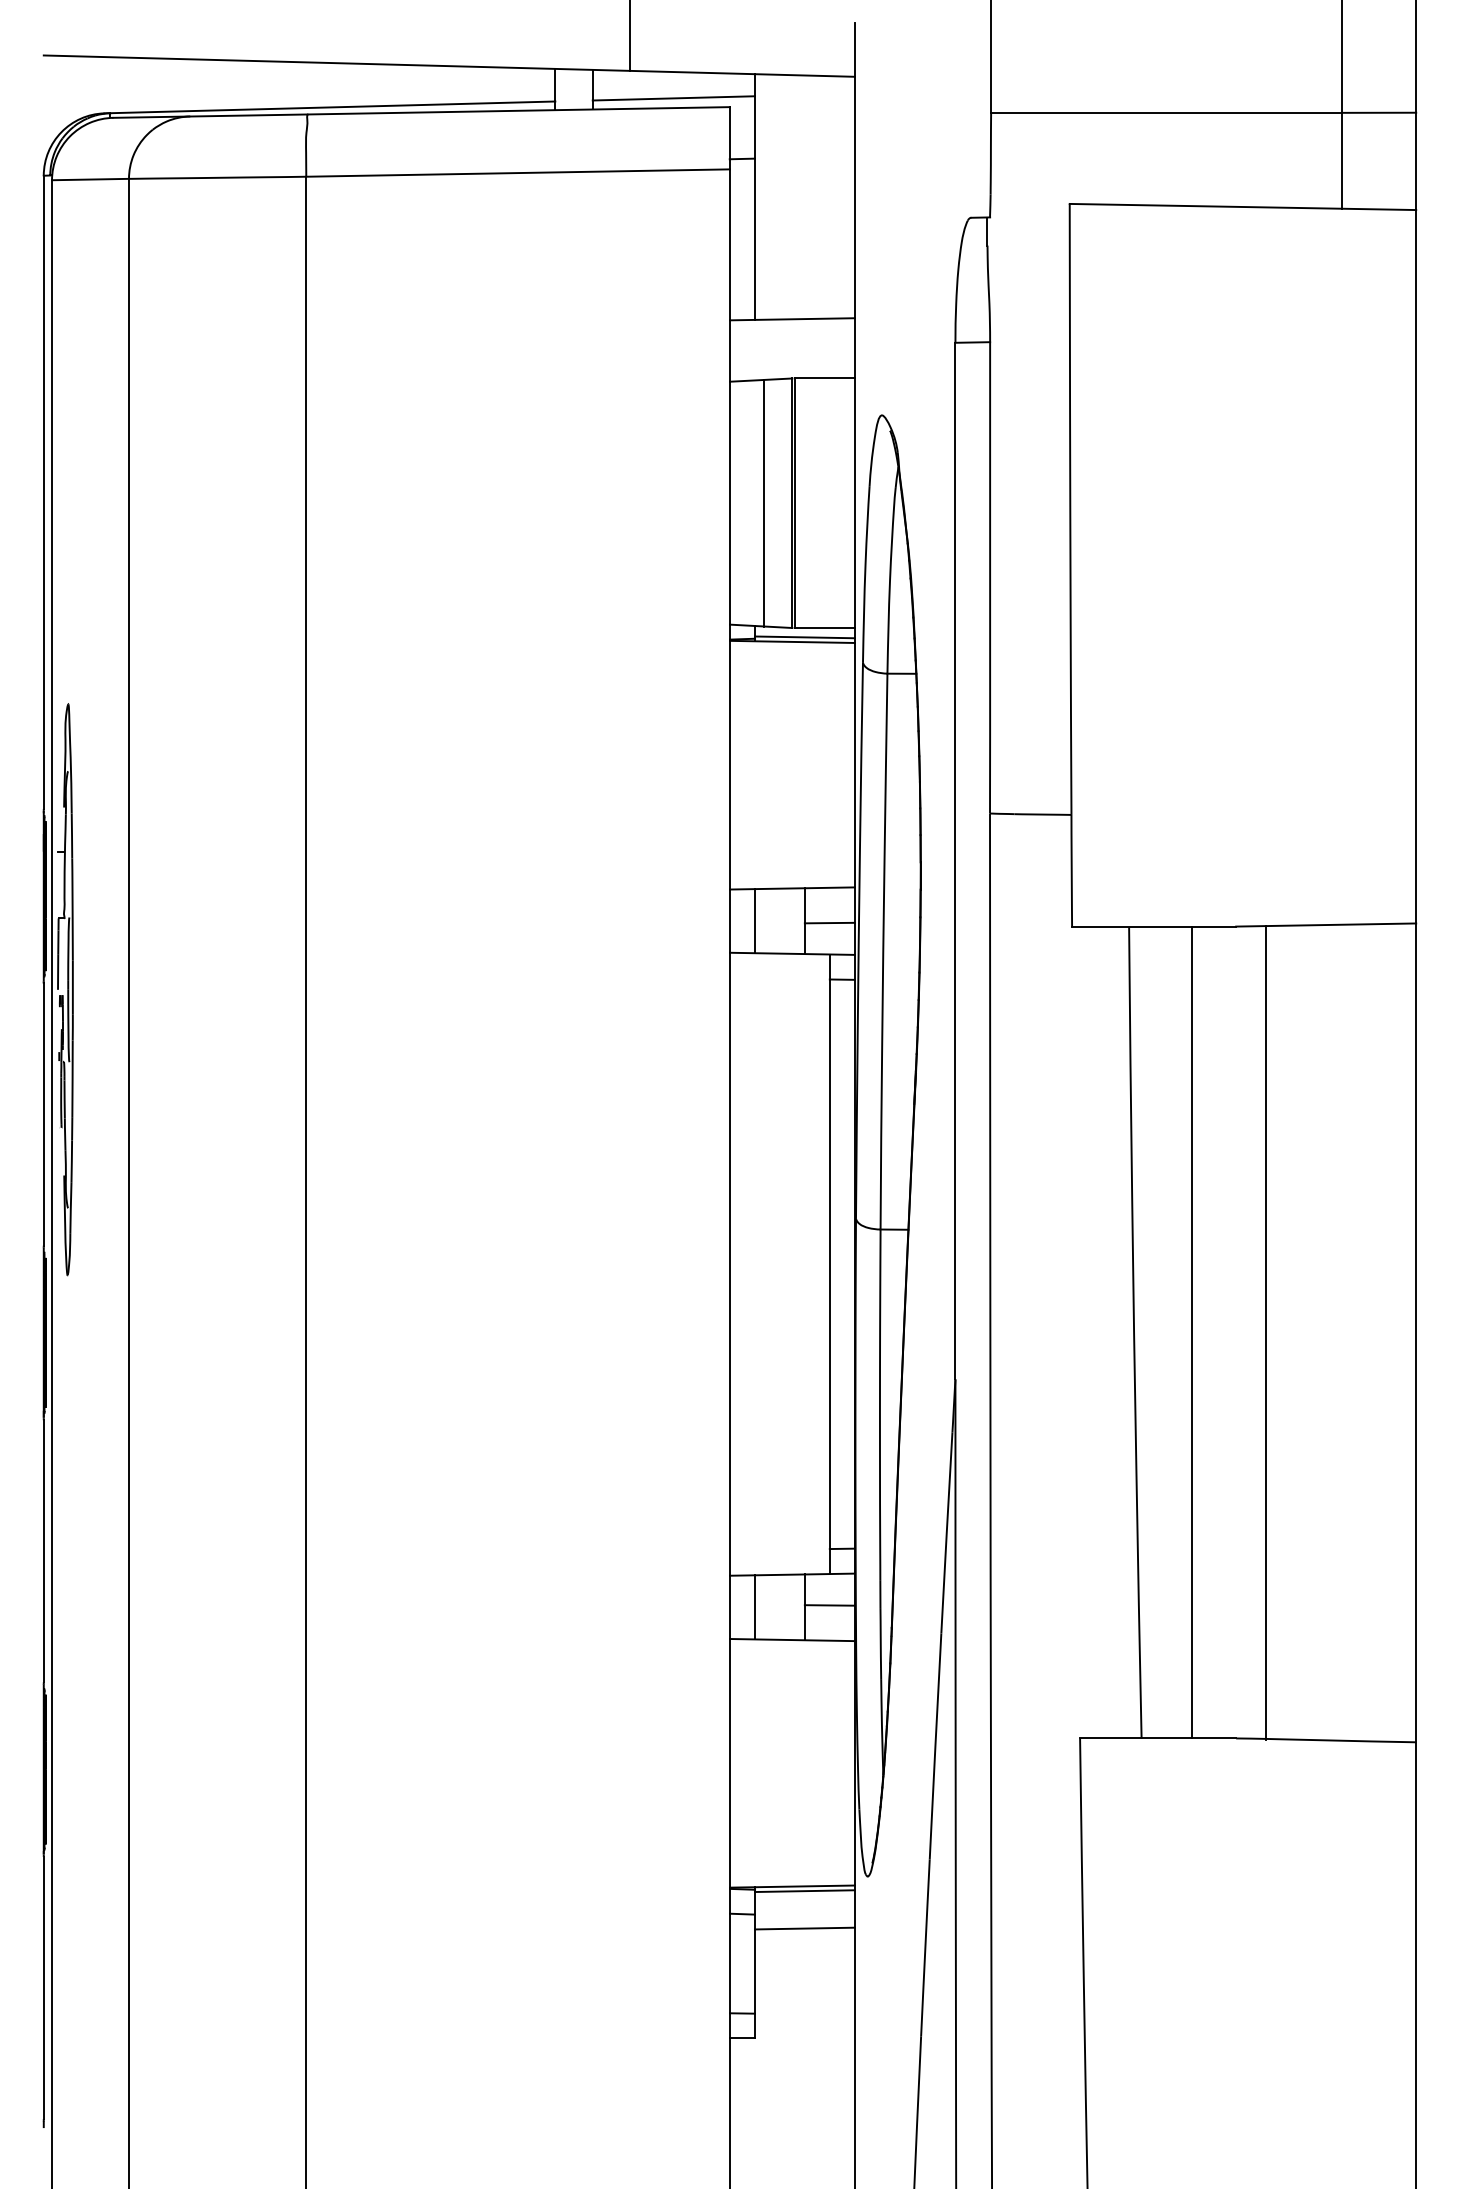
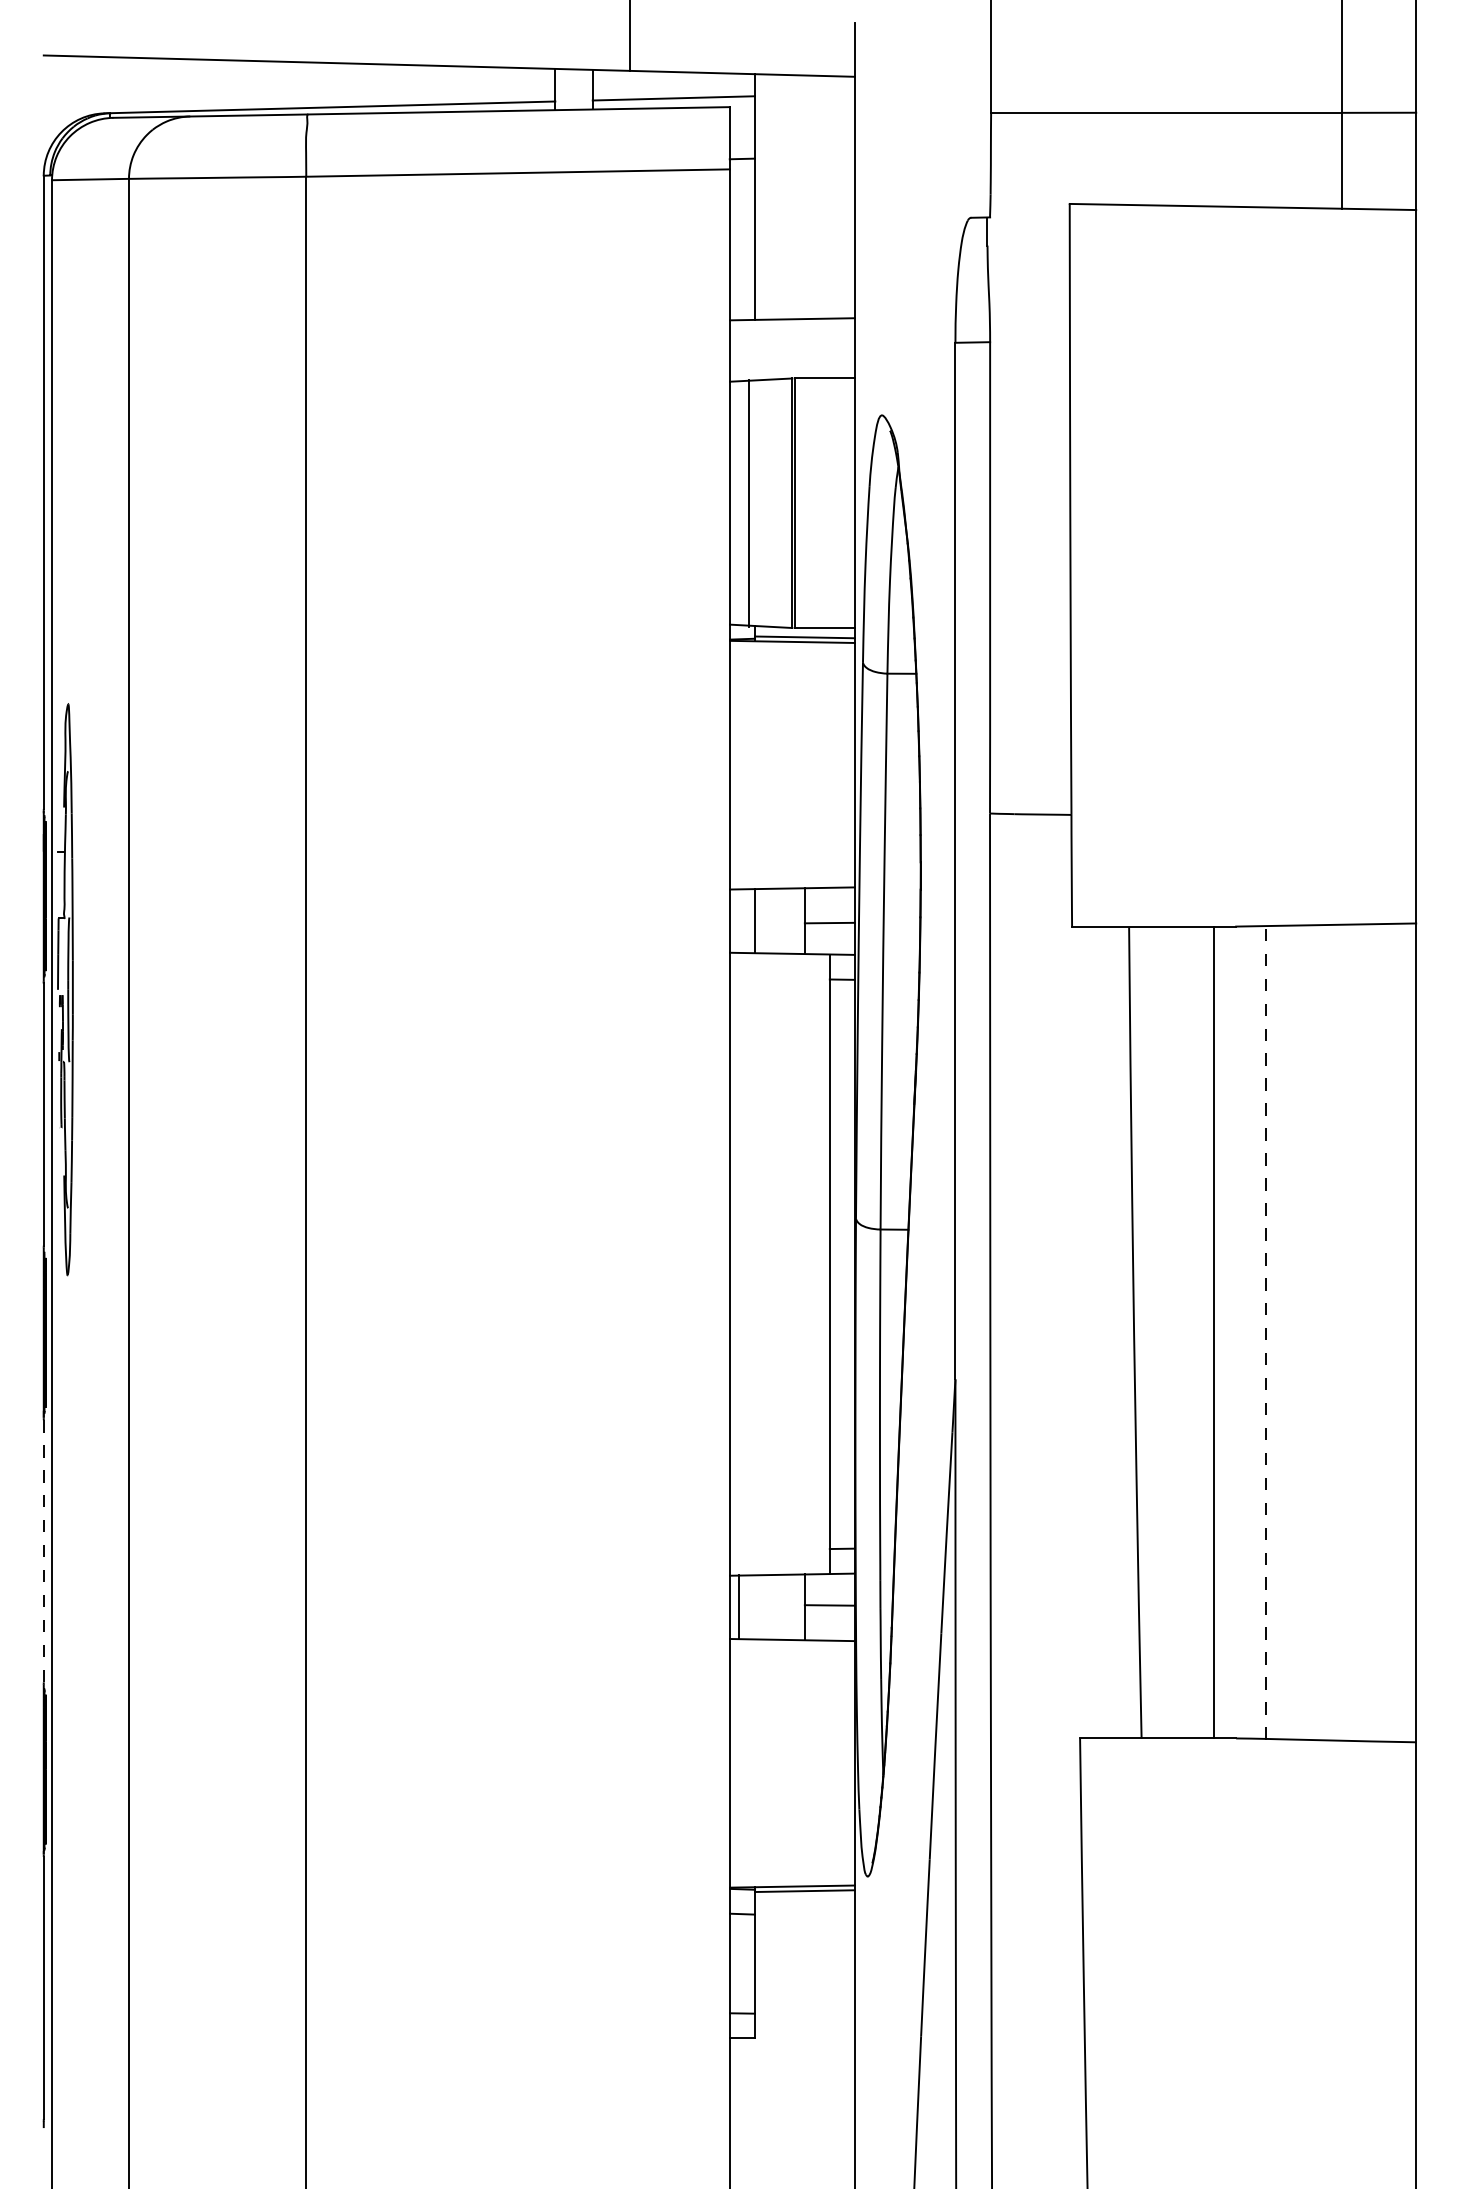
line at (764, 502) position: (764, 502) -> (749, 502)
line at (1191, 1332) position: (1191, 1332) -> (1213, 1332)
line at (1265, 1332): solid -> dashed
line at (43, 1551): solid -> dashed
line at (754, 1607) position: (754, 1607) -> (738, 1607)
line at (804, 1928): present -> none
